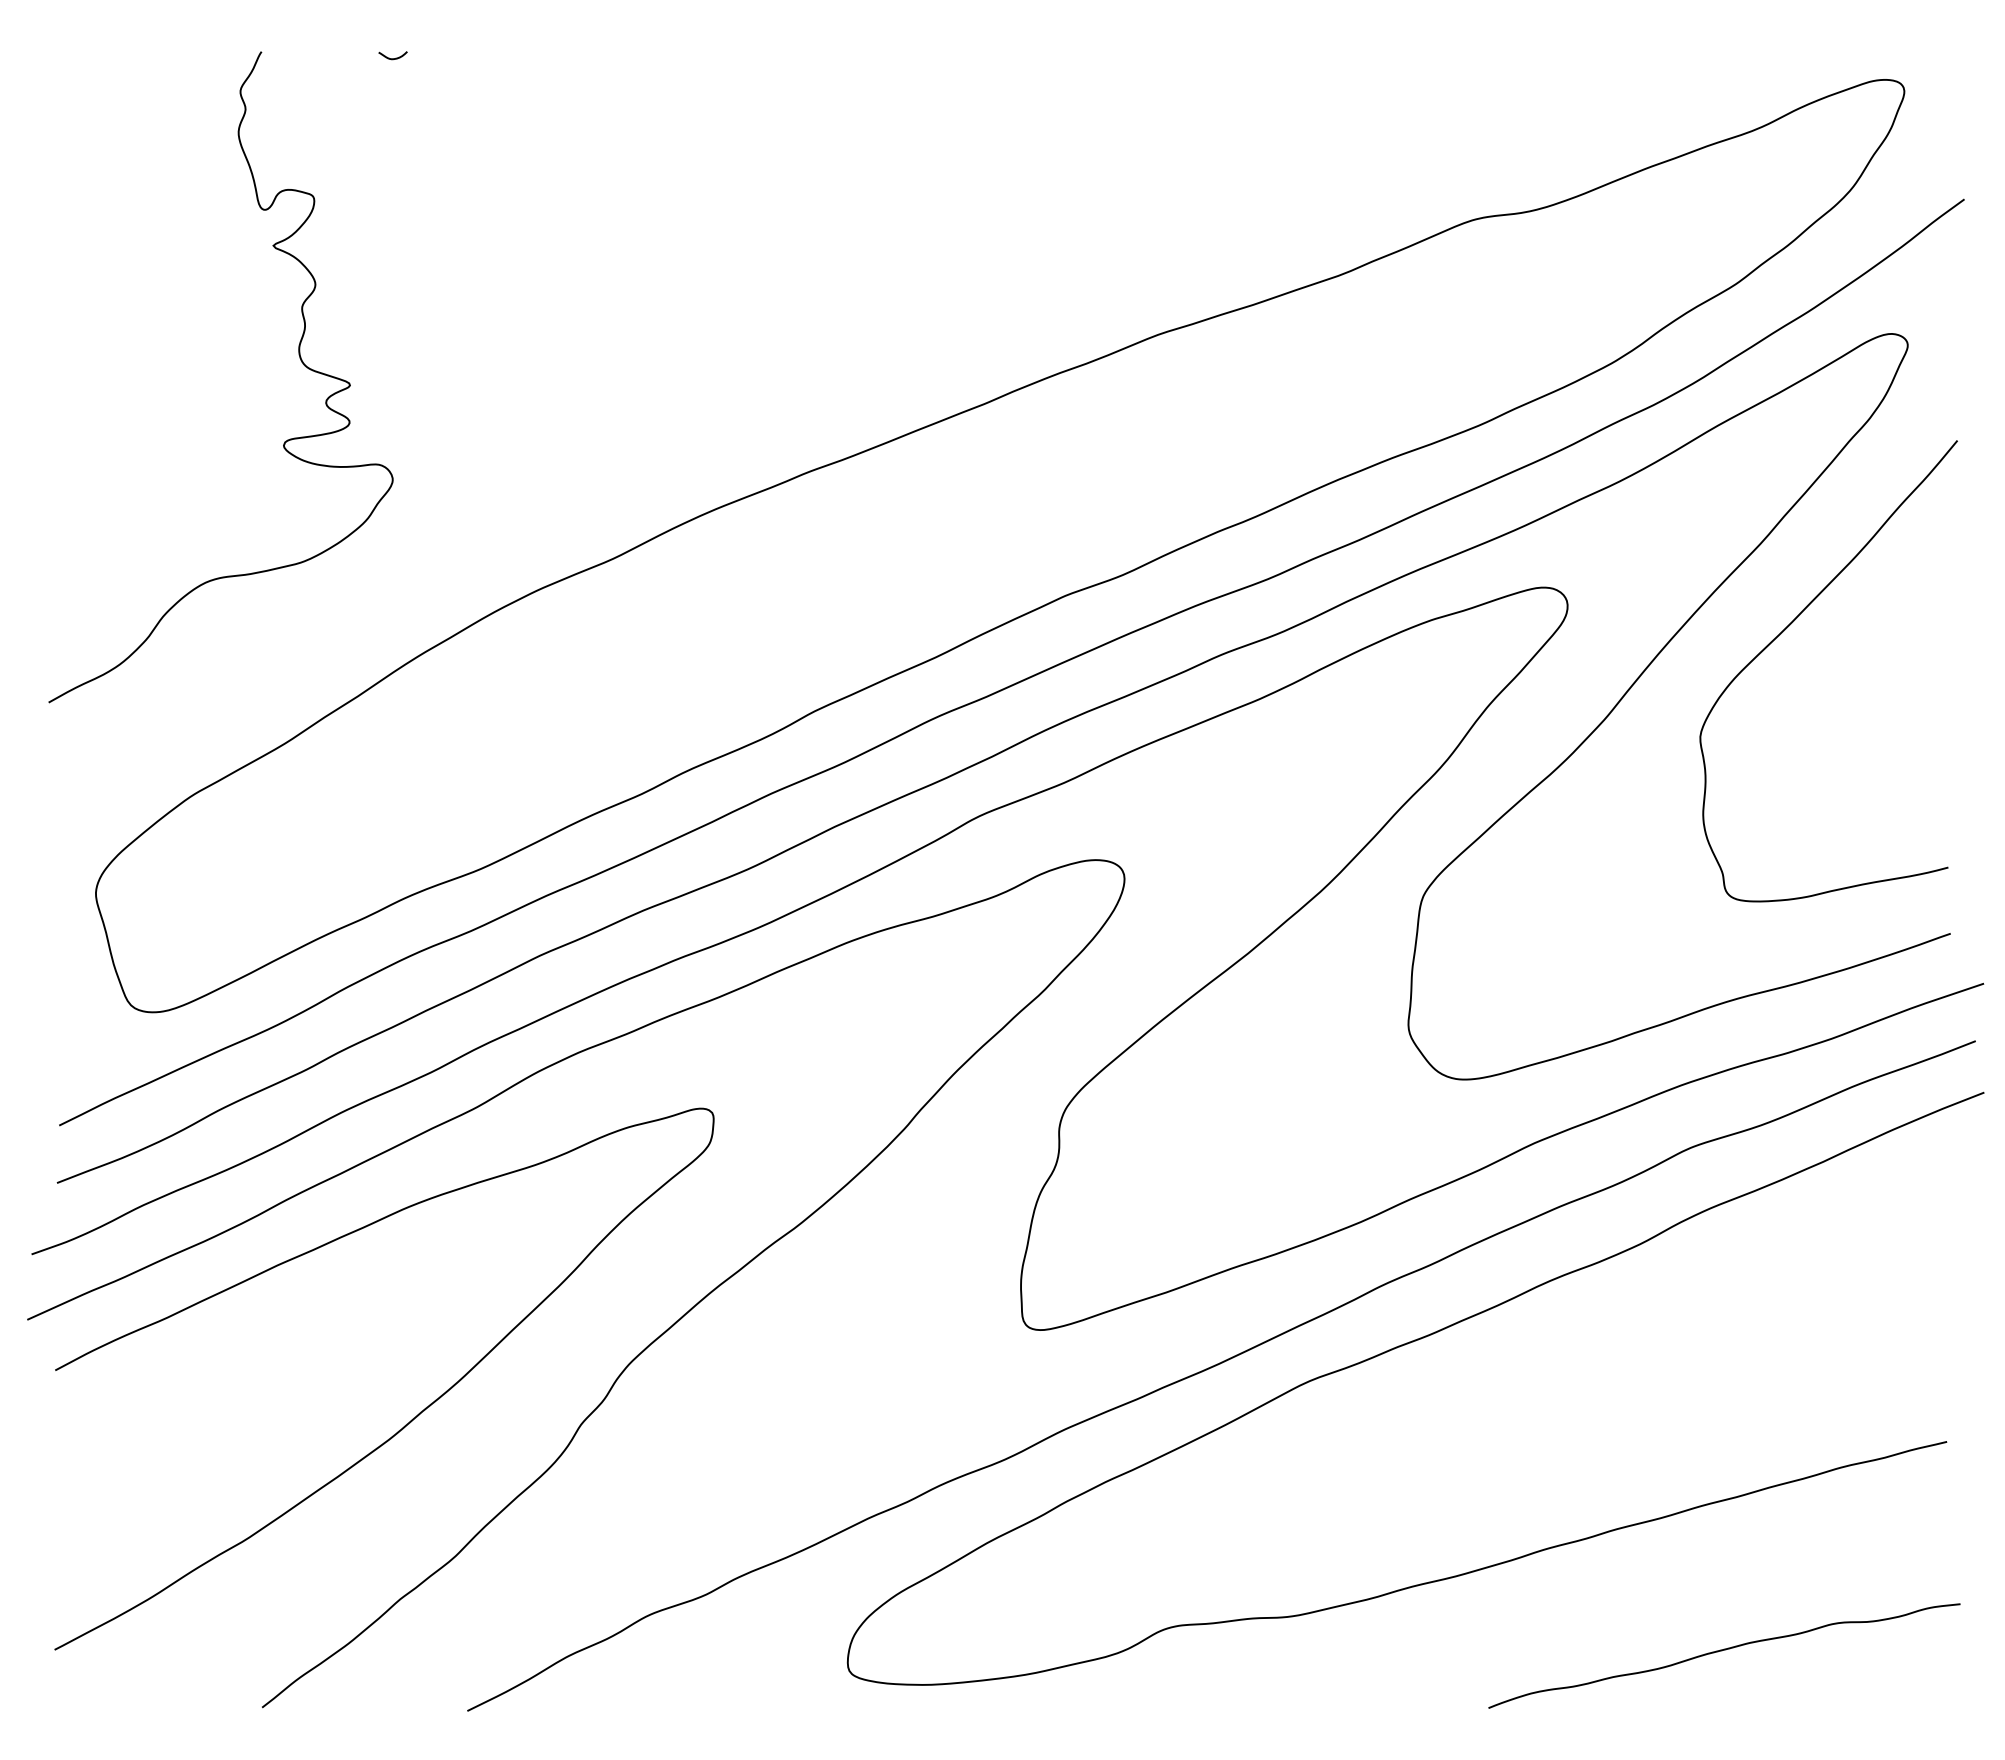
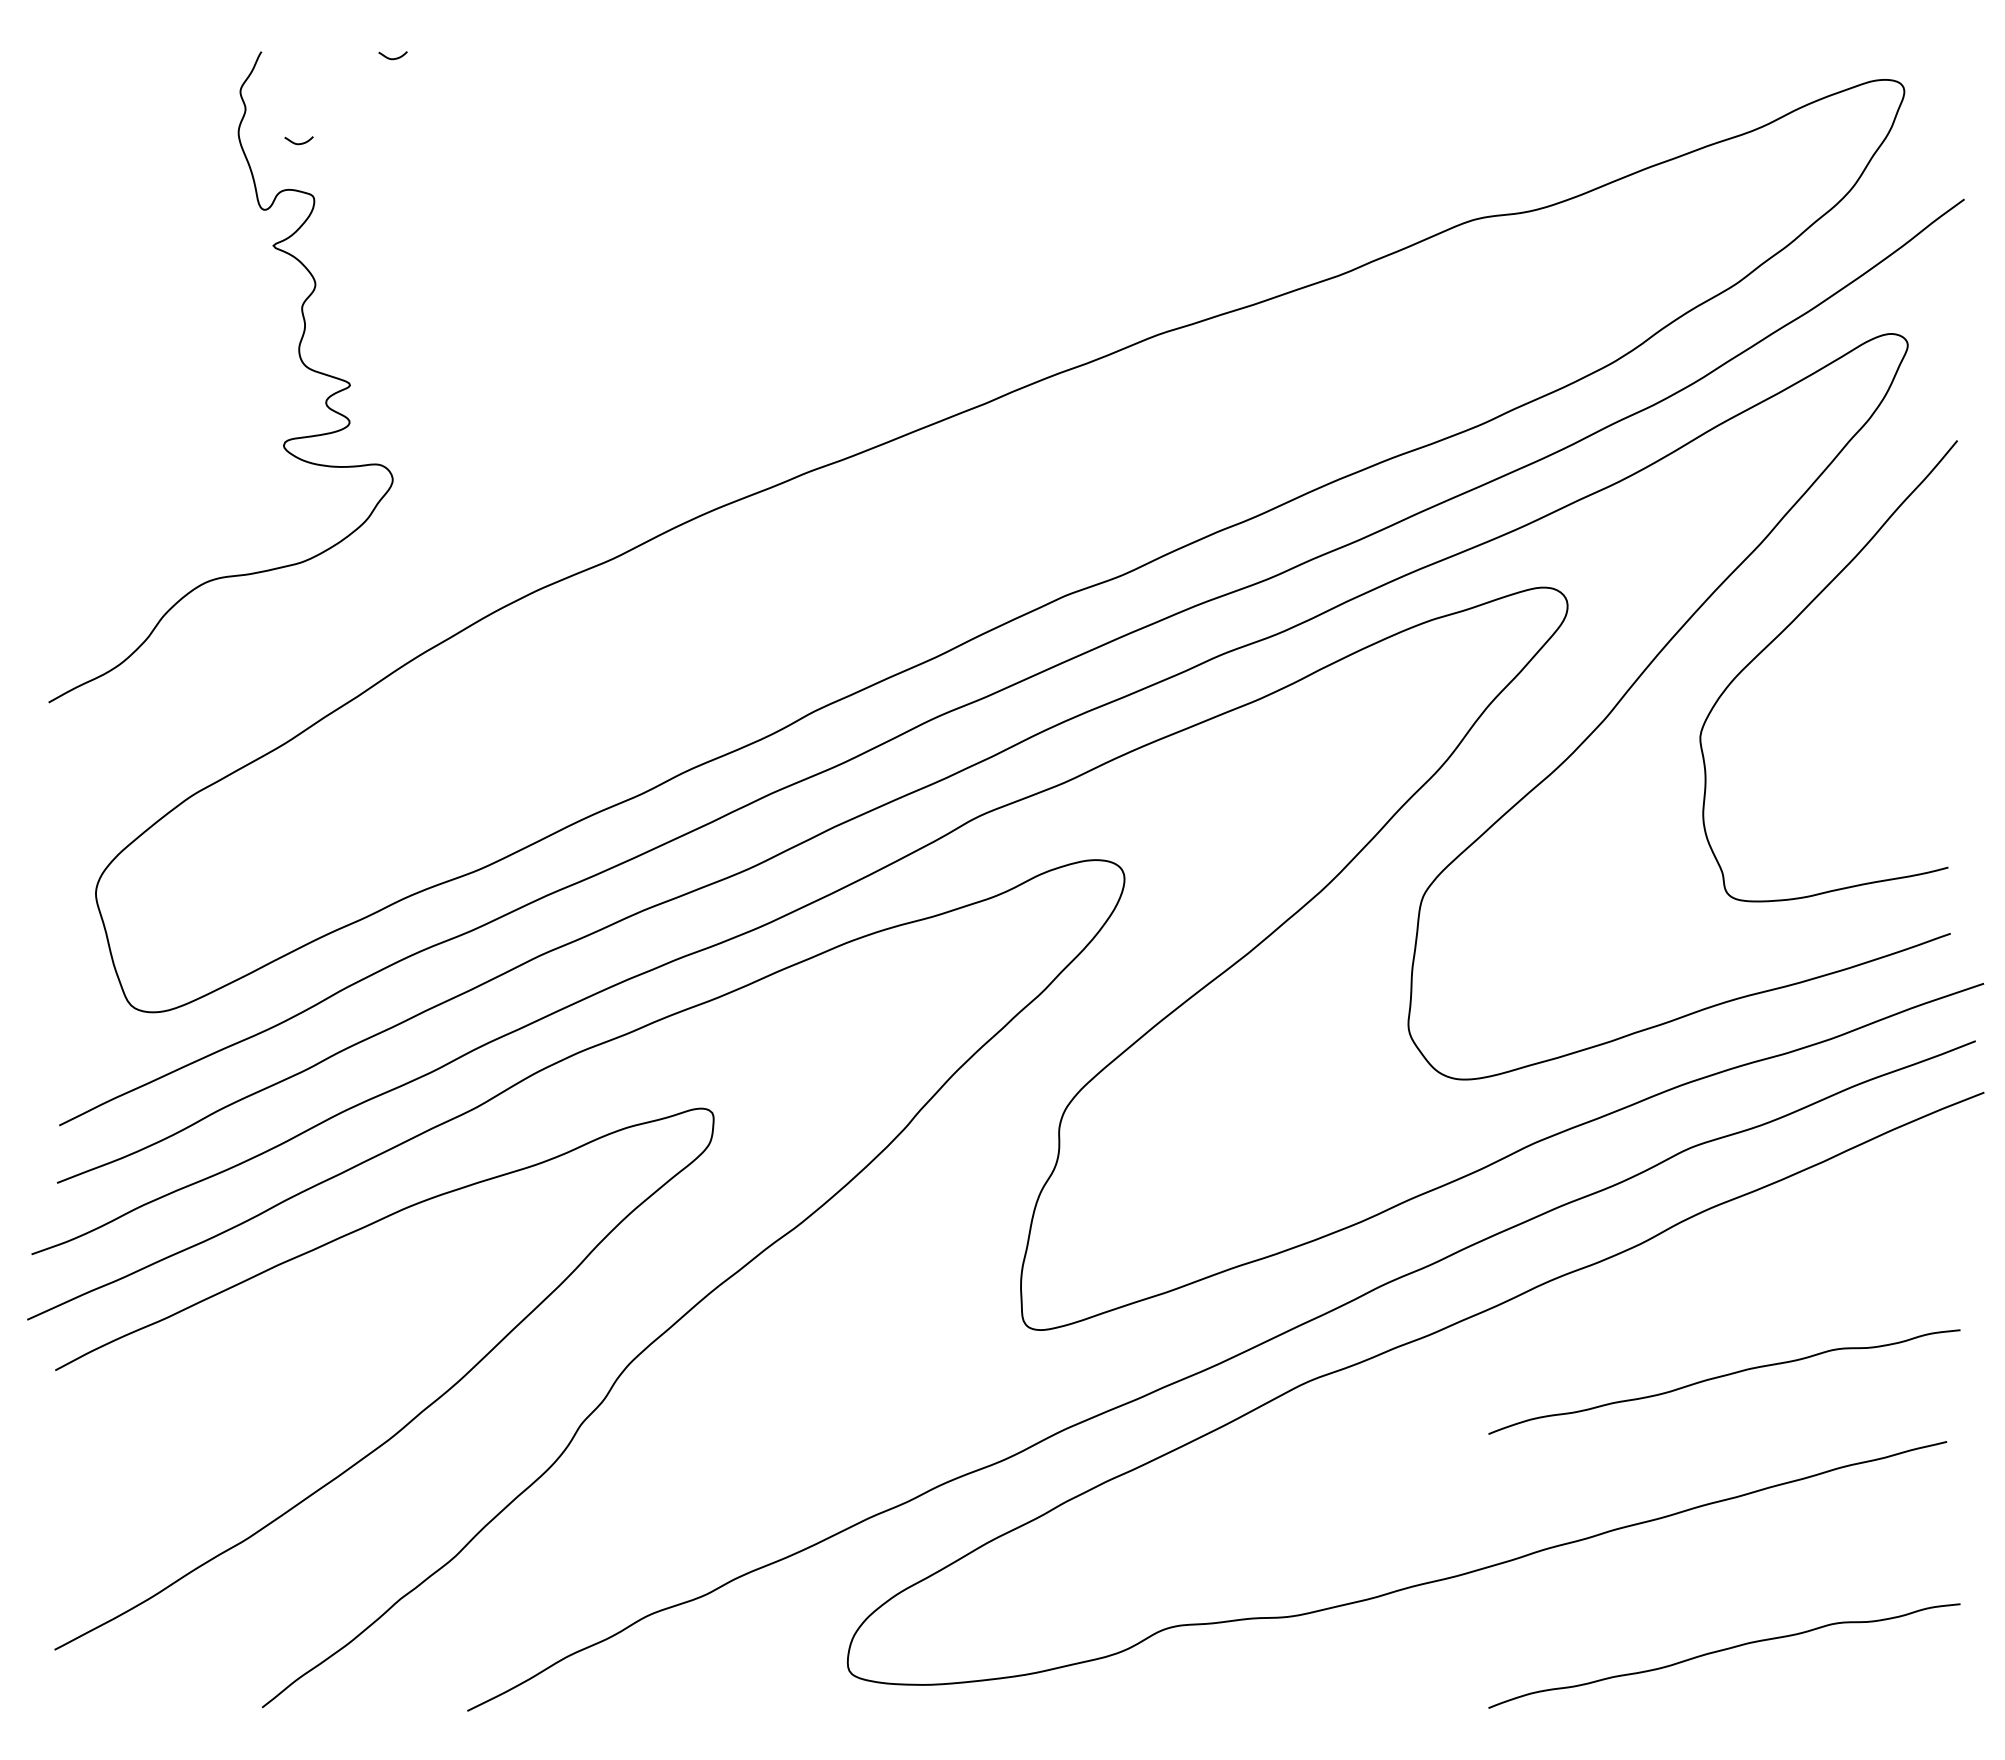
curve at (298, 143): none -> present
curve at (1722, 1377): none -> present
